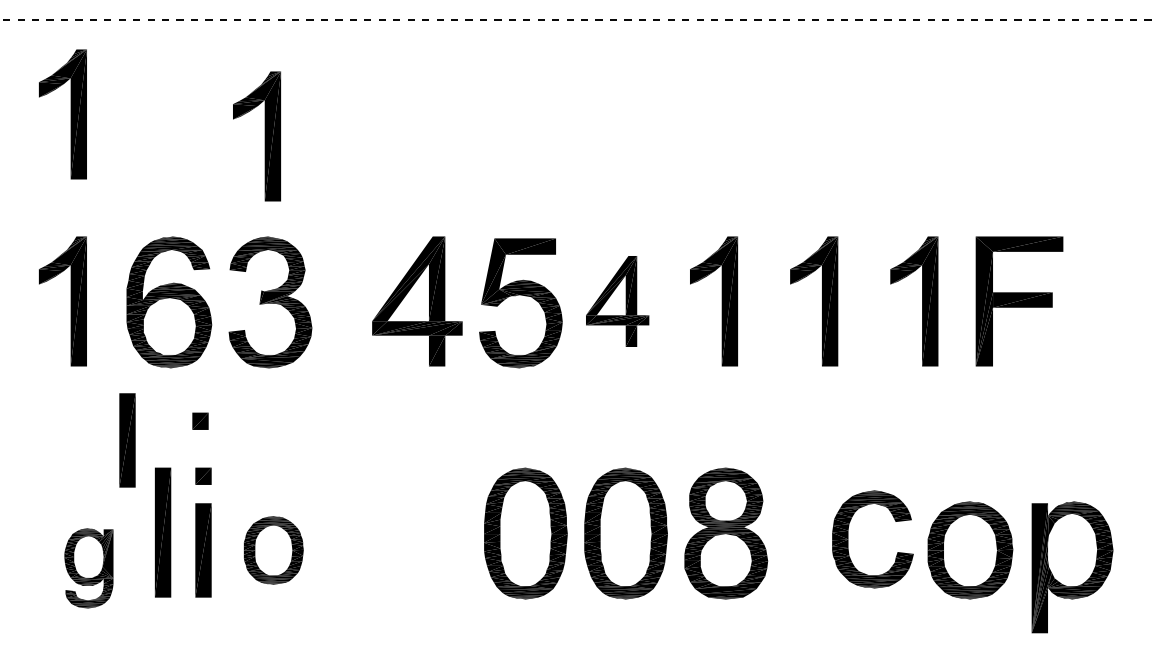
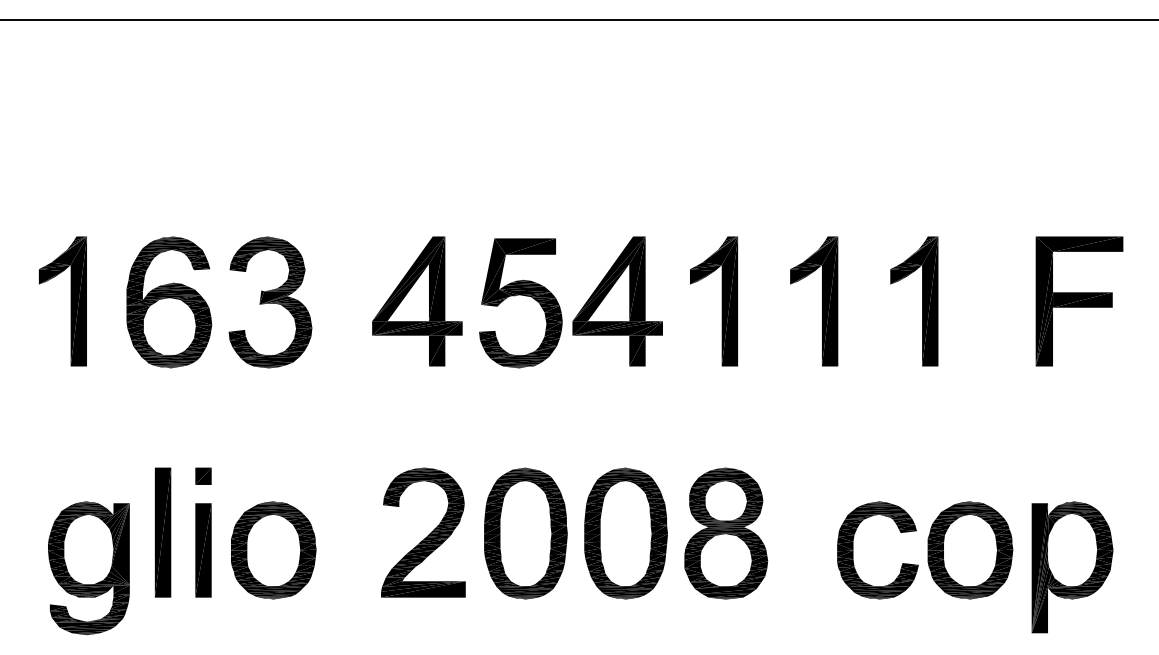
line at (580, 19): dashed -> solid
part at (70, 114): present -> none
part at (264, 136): present -> none
part at (617, 301) size: 64x91 px -> 91x131 px
part at (1019, 301) position: (1019, 301) -> (1079, 301)
part at (200, 420): present -> none
part at (127, 440): present -> none
part at (423, 532): none -> present
part at (848, 539) position: (848, 539) -> (853, 550)
part at (273, 550) size: 61x69 px -> 86x99 px
part at (88, 568) size: 50x81 px -> 82x135 px
